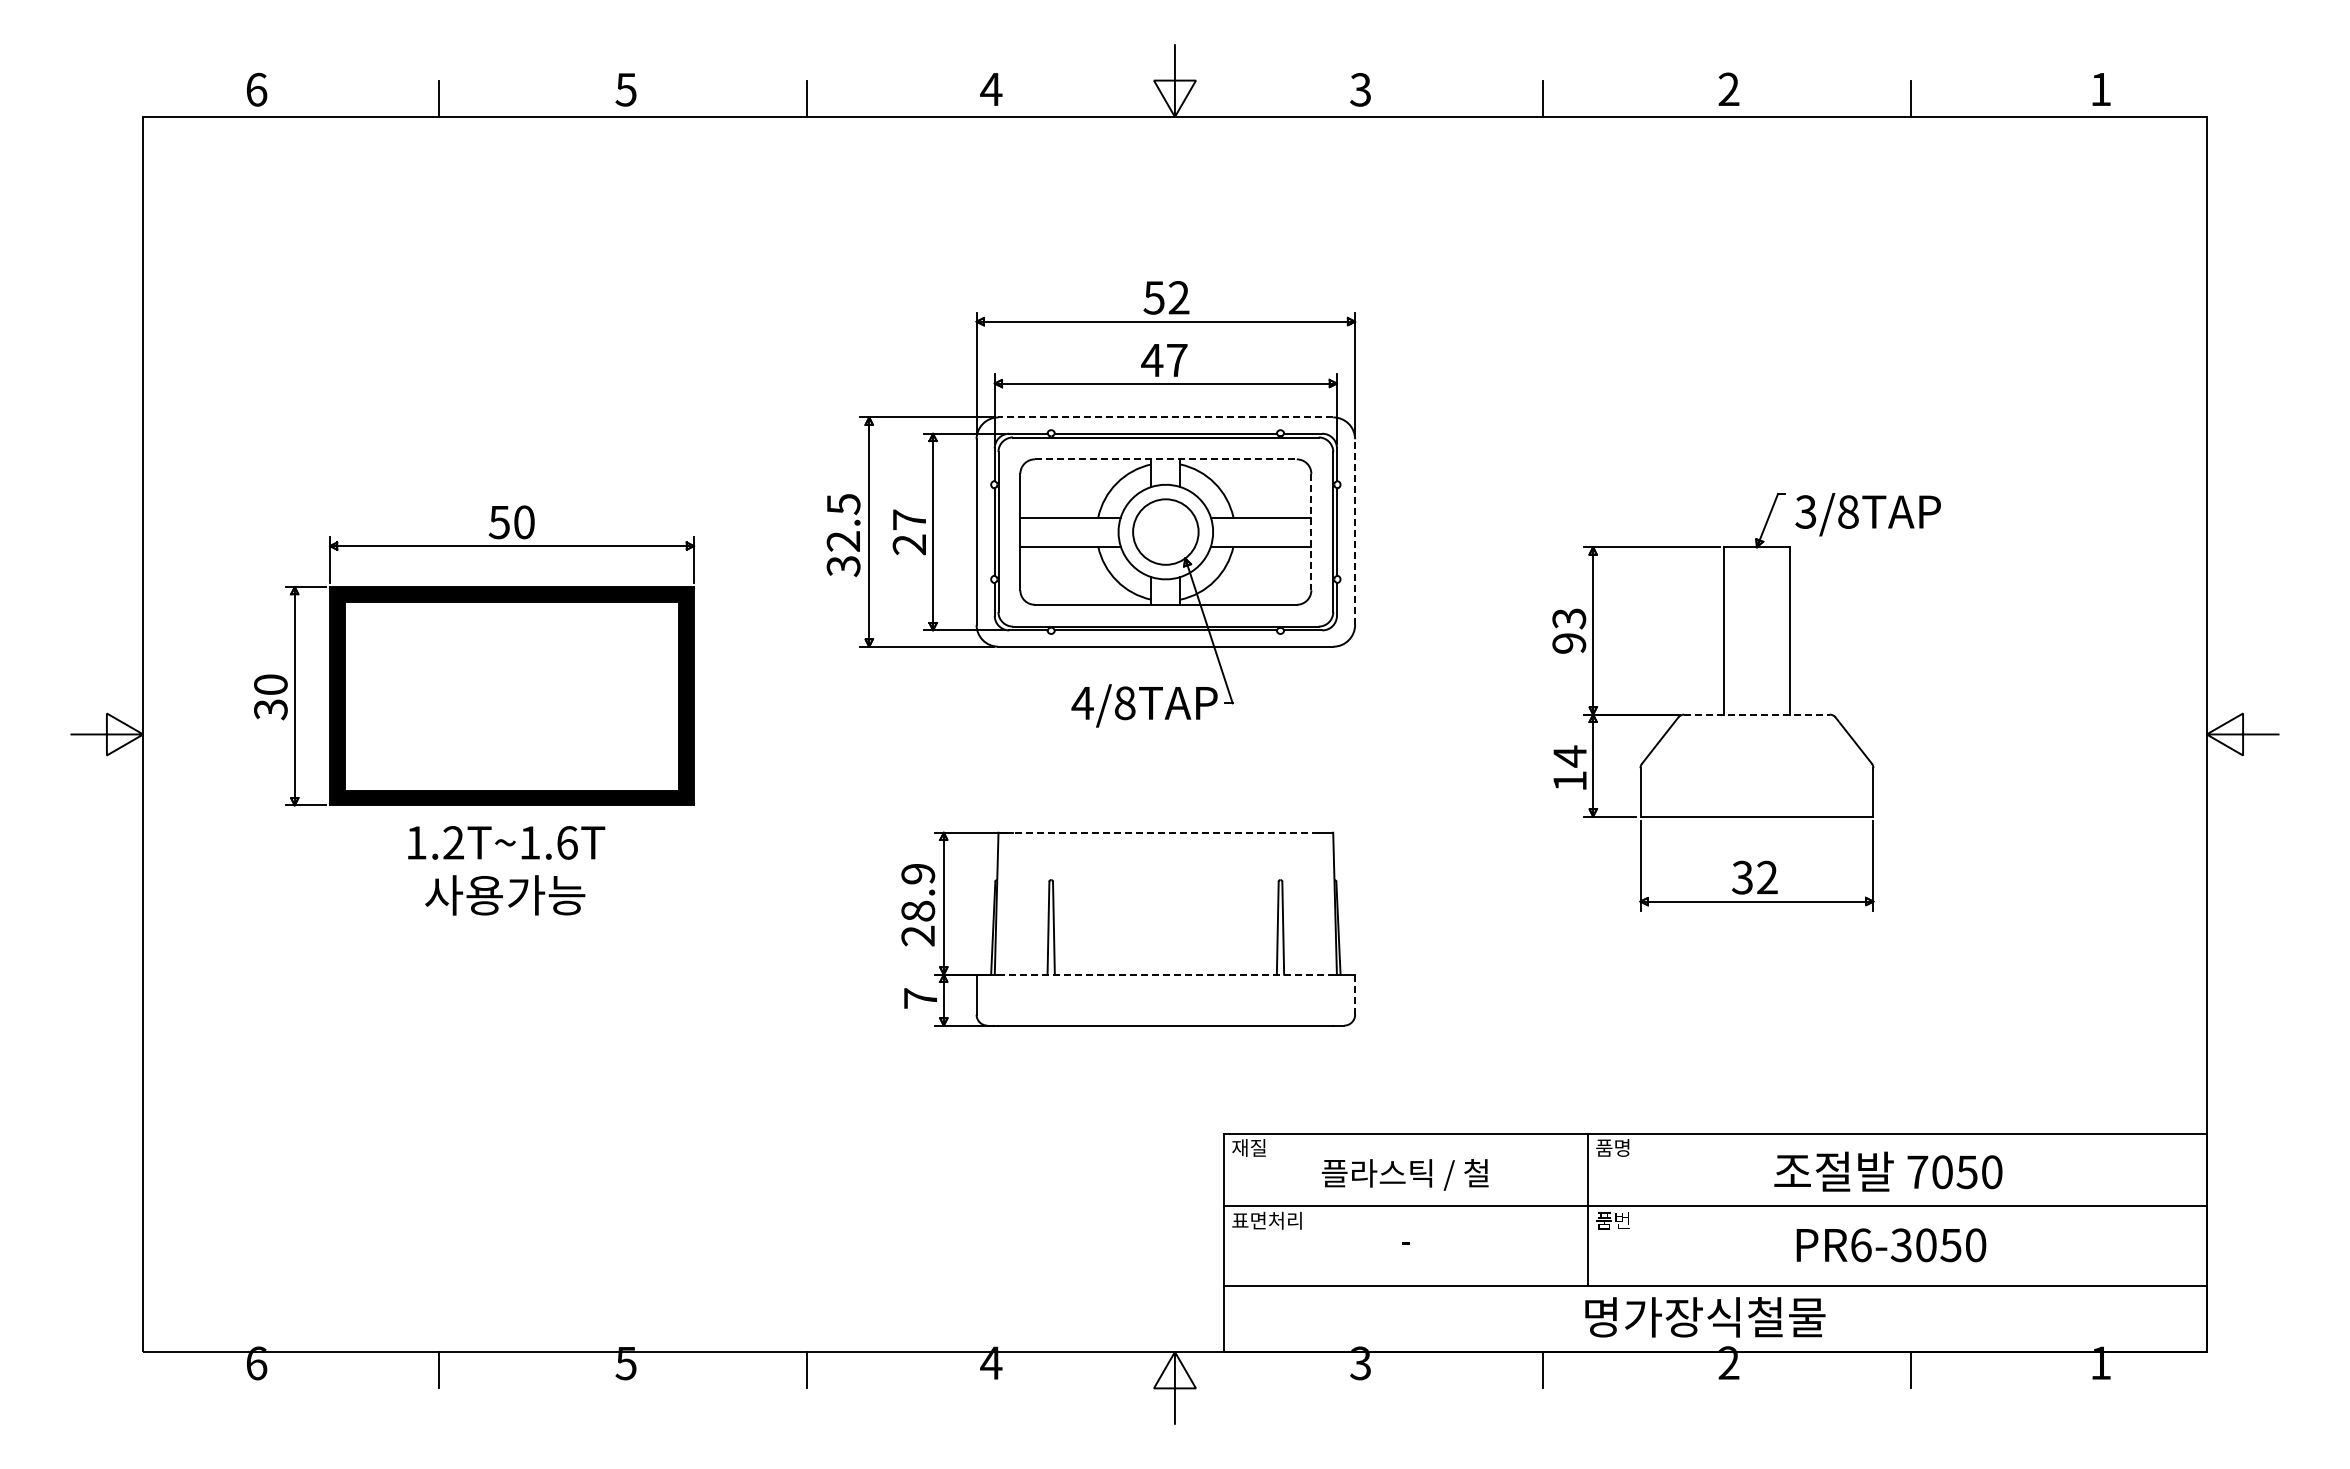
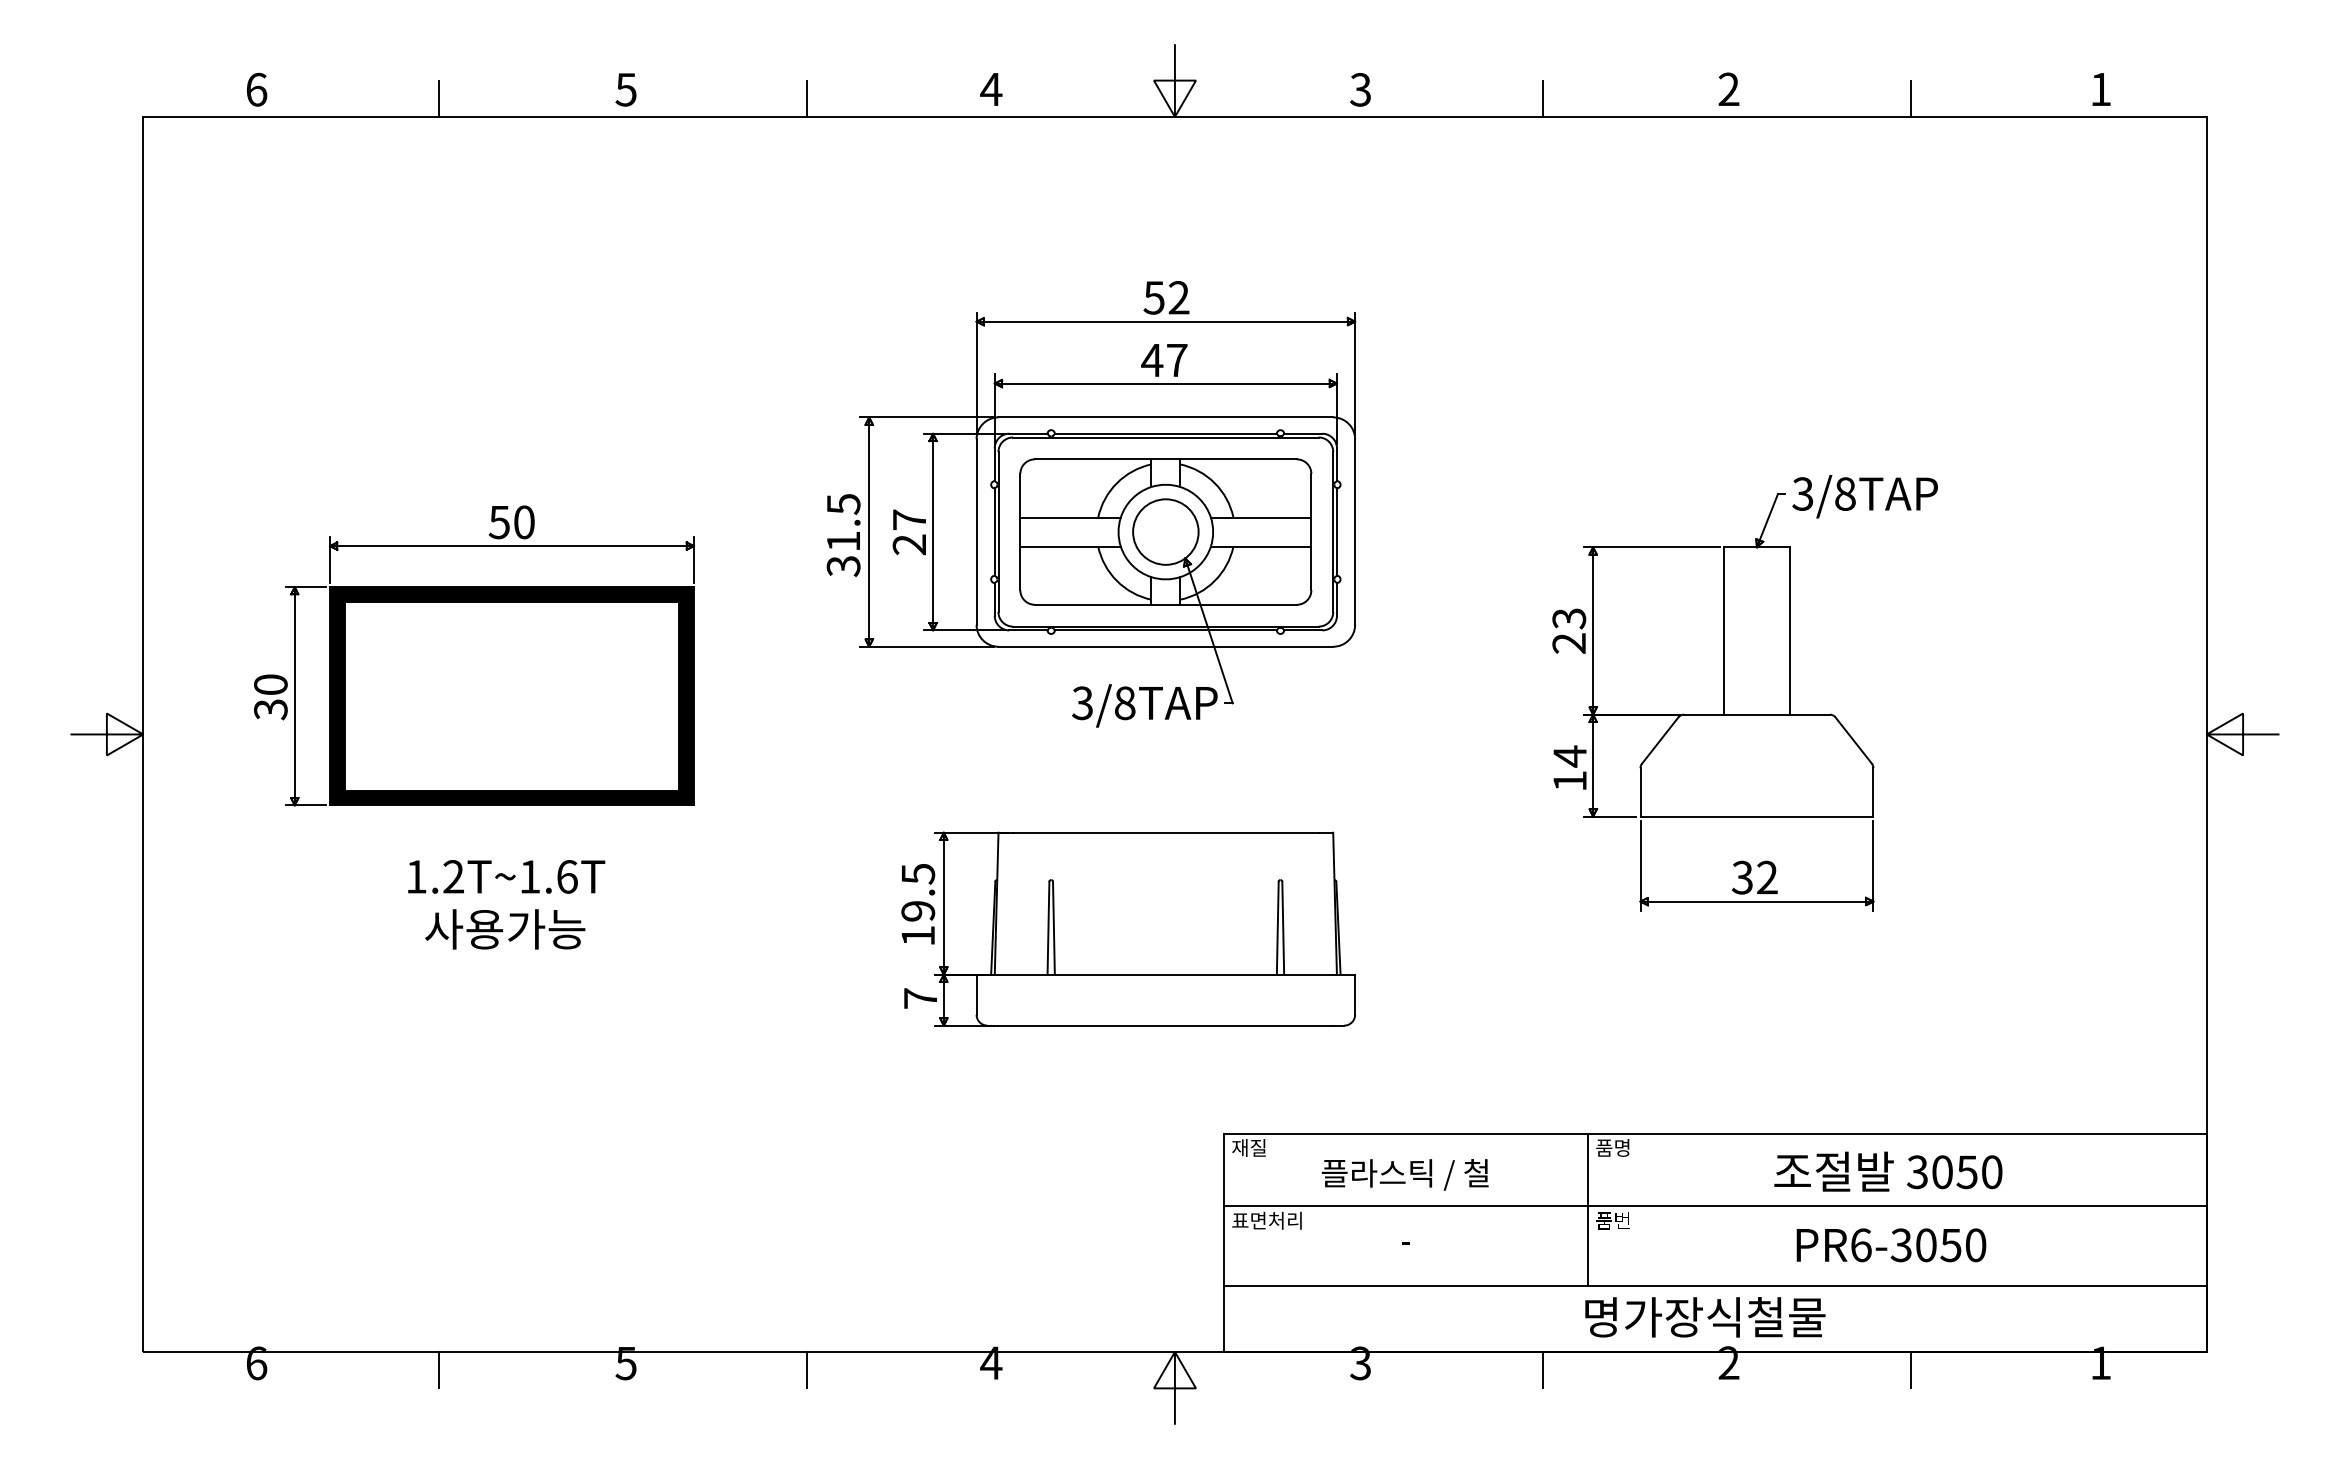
line at (1165, 417): dashed -> solid
line at (1165, 459): dashed -> solid
text at (1867, 514) position: (1867, 514) -> (1864, 496)
line at (1311, 532): dashed -> solid
line at (1355, 532): dashed -> solid
text at (842, 541): 32.5 -> 31.5
text at (1569, 643): 93 -> 23
text at (1082, 703): 4/8TAP -> 3/8TAP
line at (1757, 714): dashed -> solid
line at (1165, 832): dashed -> solid
text at (506, 870) position: (506, 870) -> (506, 904)
text at (918, 905): 28.9 -> 19.5
line at (1166, 974): dashed -> solid
line at (1355, 994): dashed -> solid
text at (1917, 1172): 7050 -> 3050
